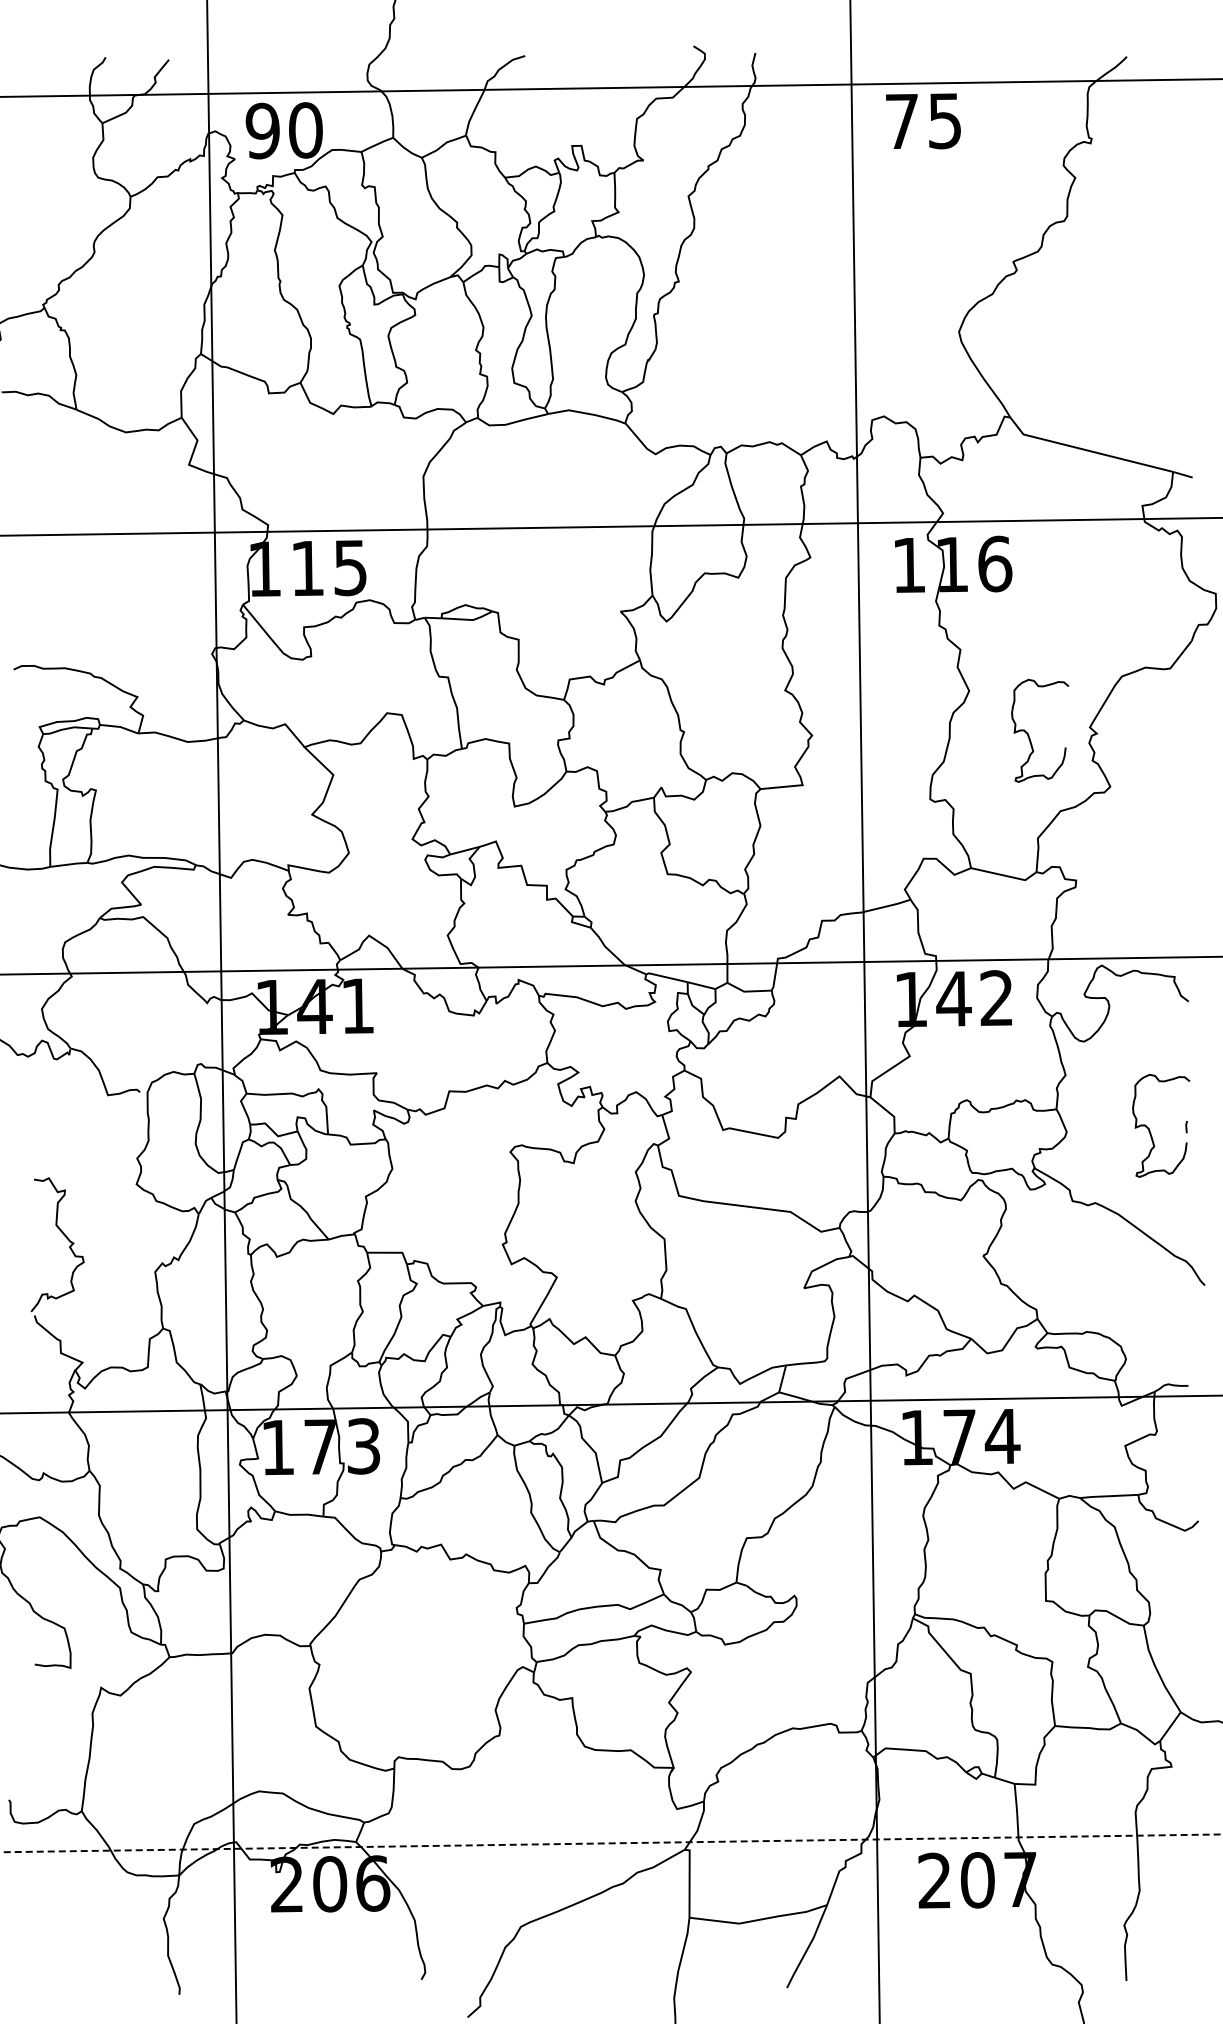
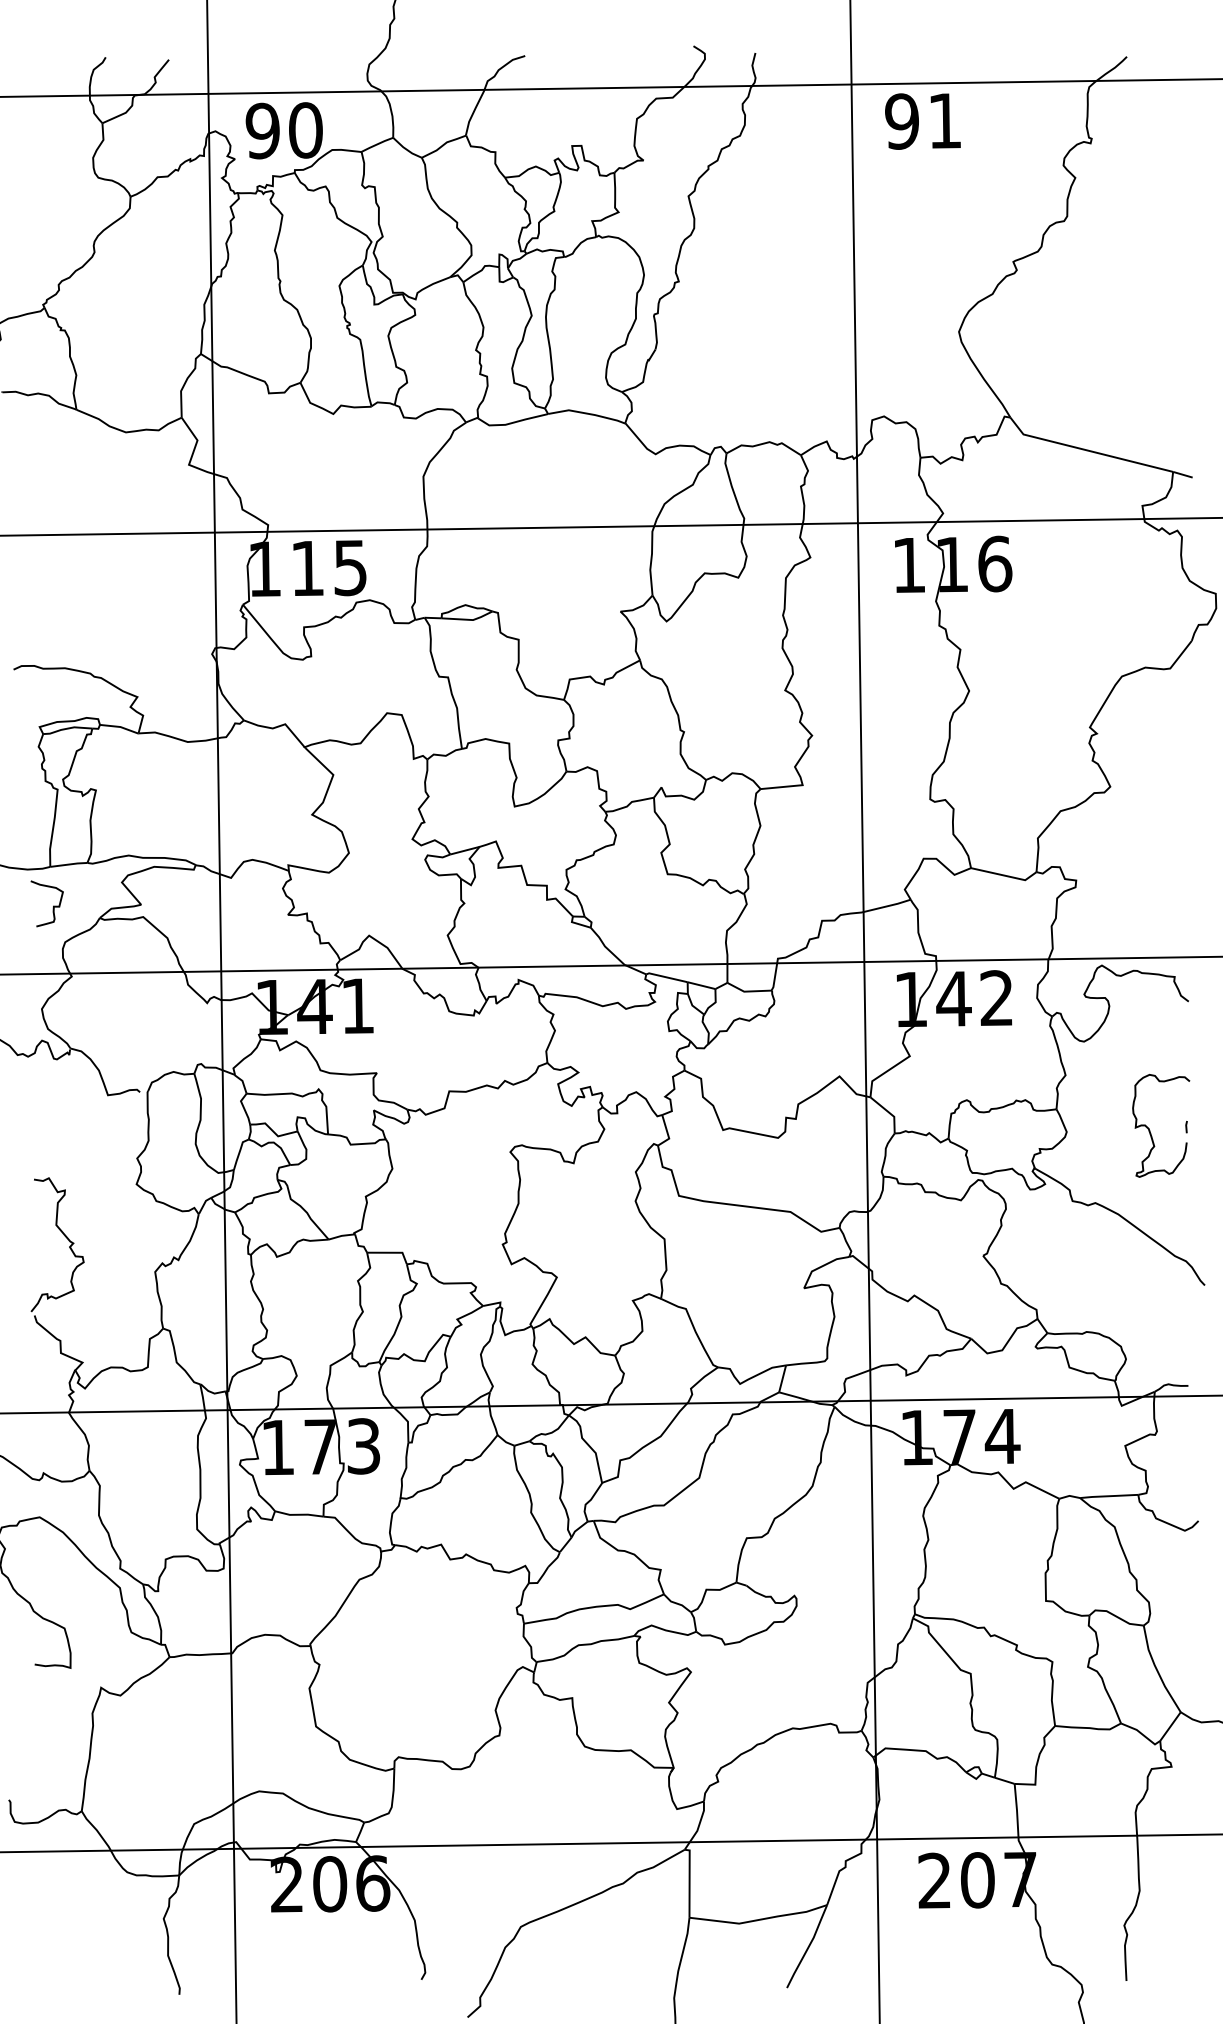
text at (922, 121): 75 -> 91
curve at (1029, 735): present -> none
curve at (53, 905): none -> present
line at (611, 1843): dashed -> solid
